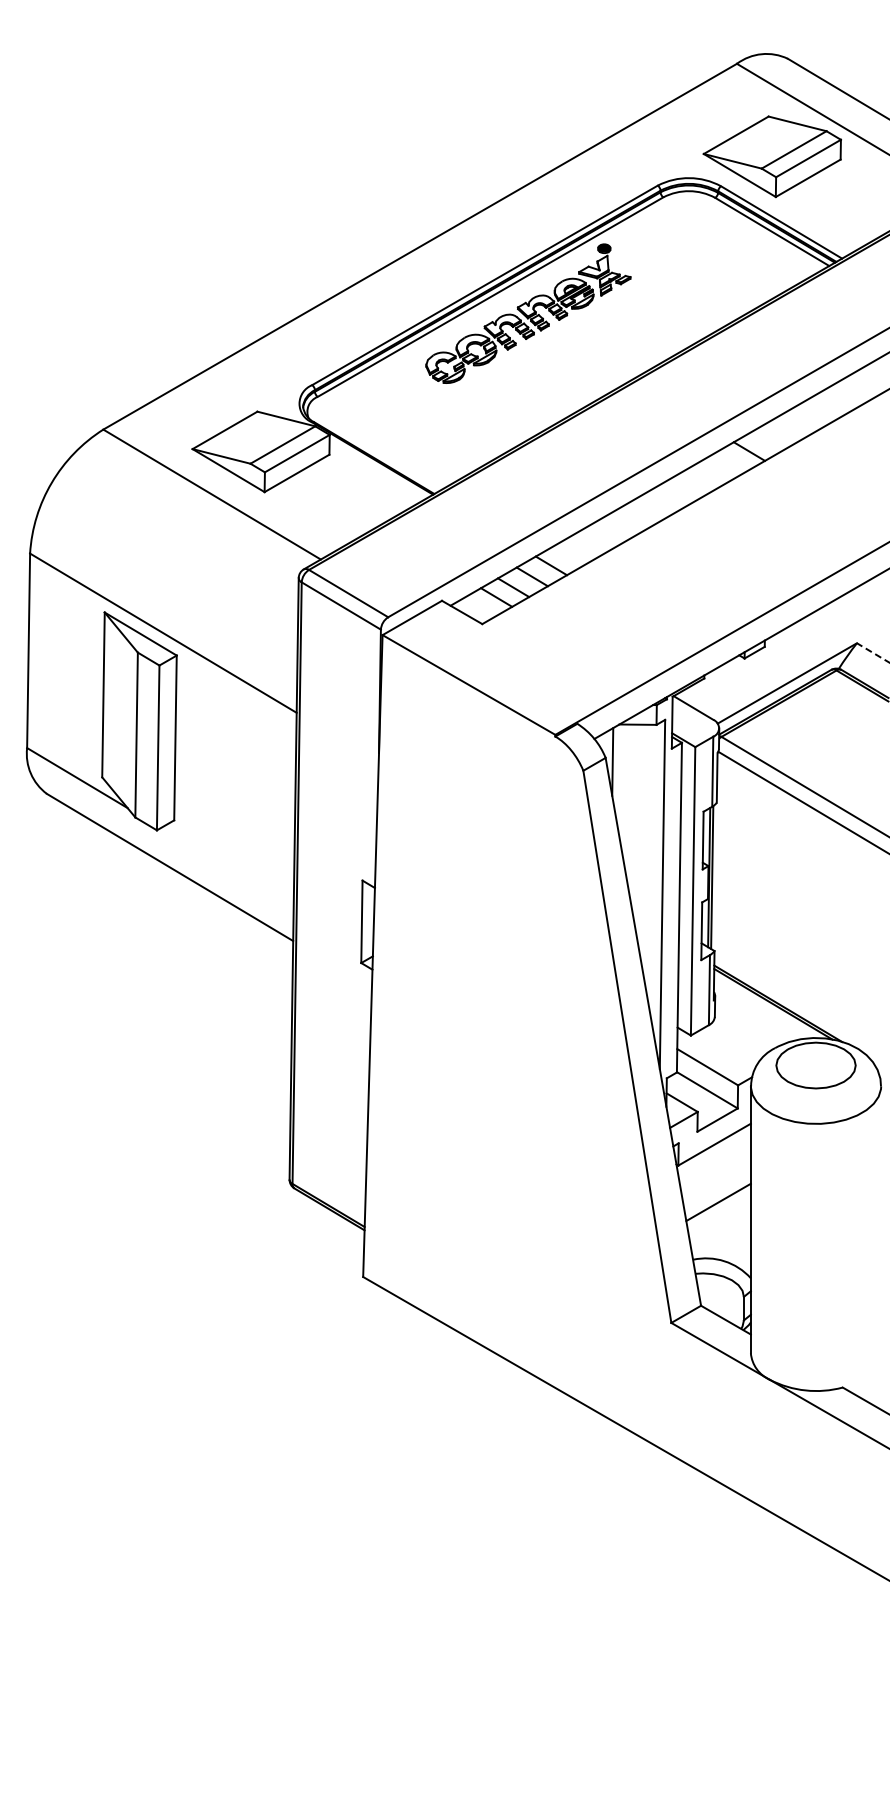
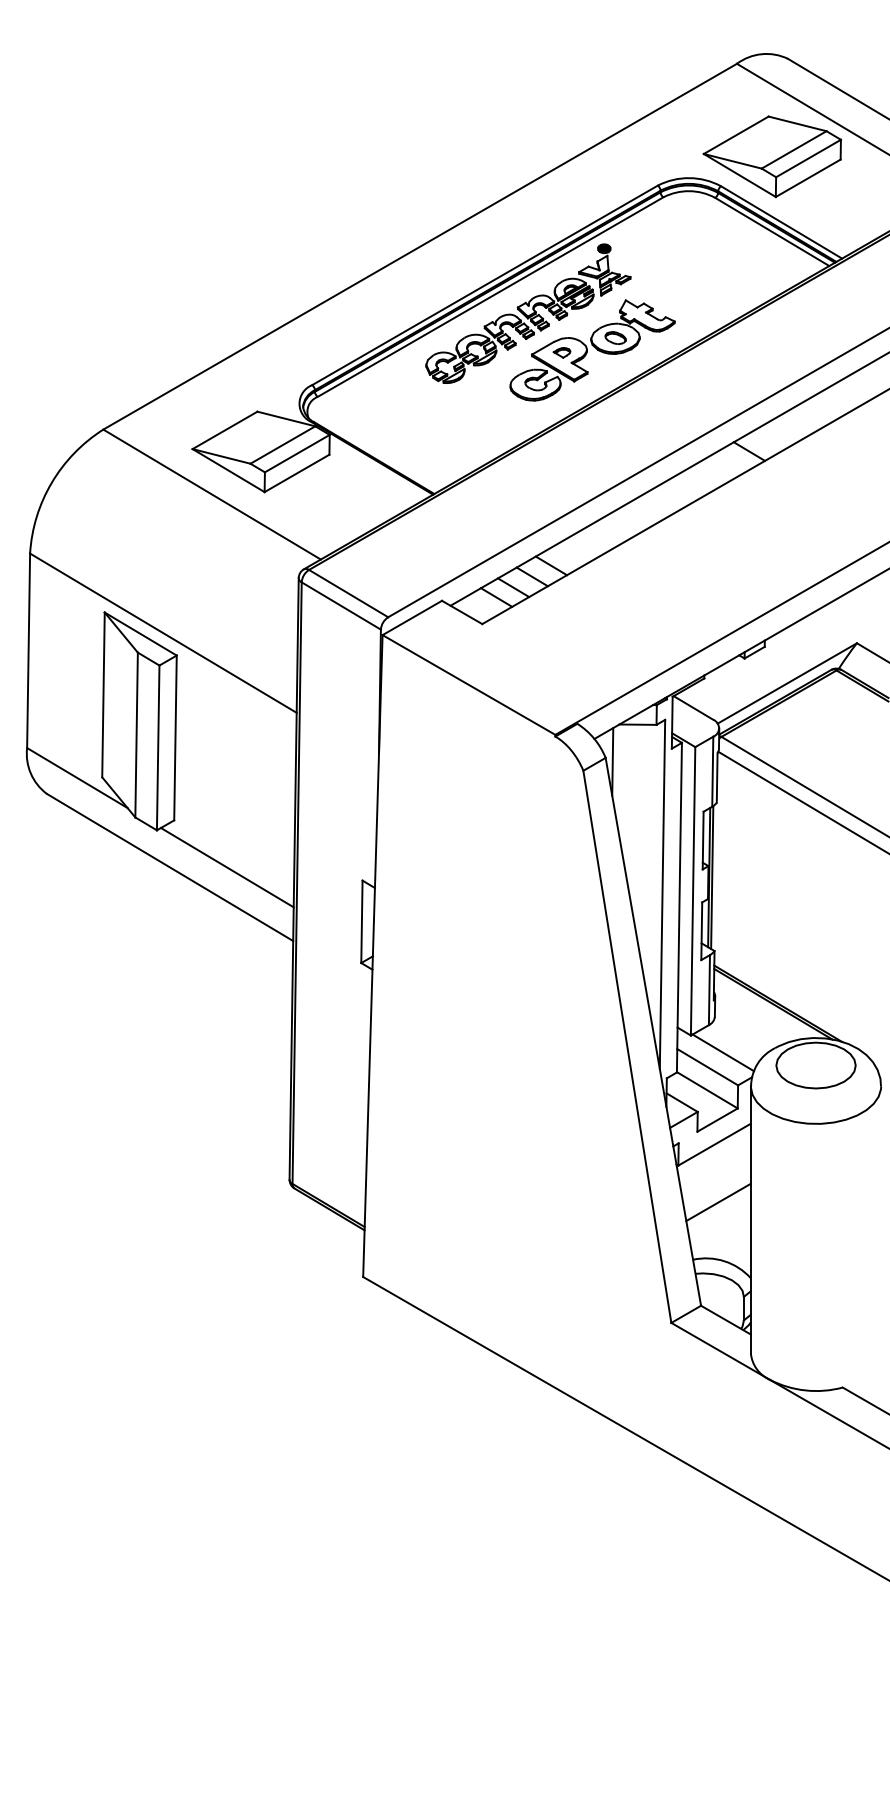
part at (592, 350): none -> present
line at (872, 652): dashed -> solid
line at (226, 867): none -> present
line at (723, 1052): none -> present
